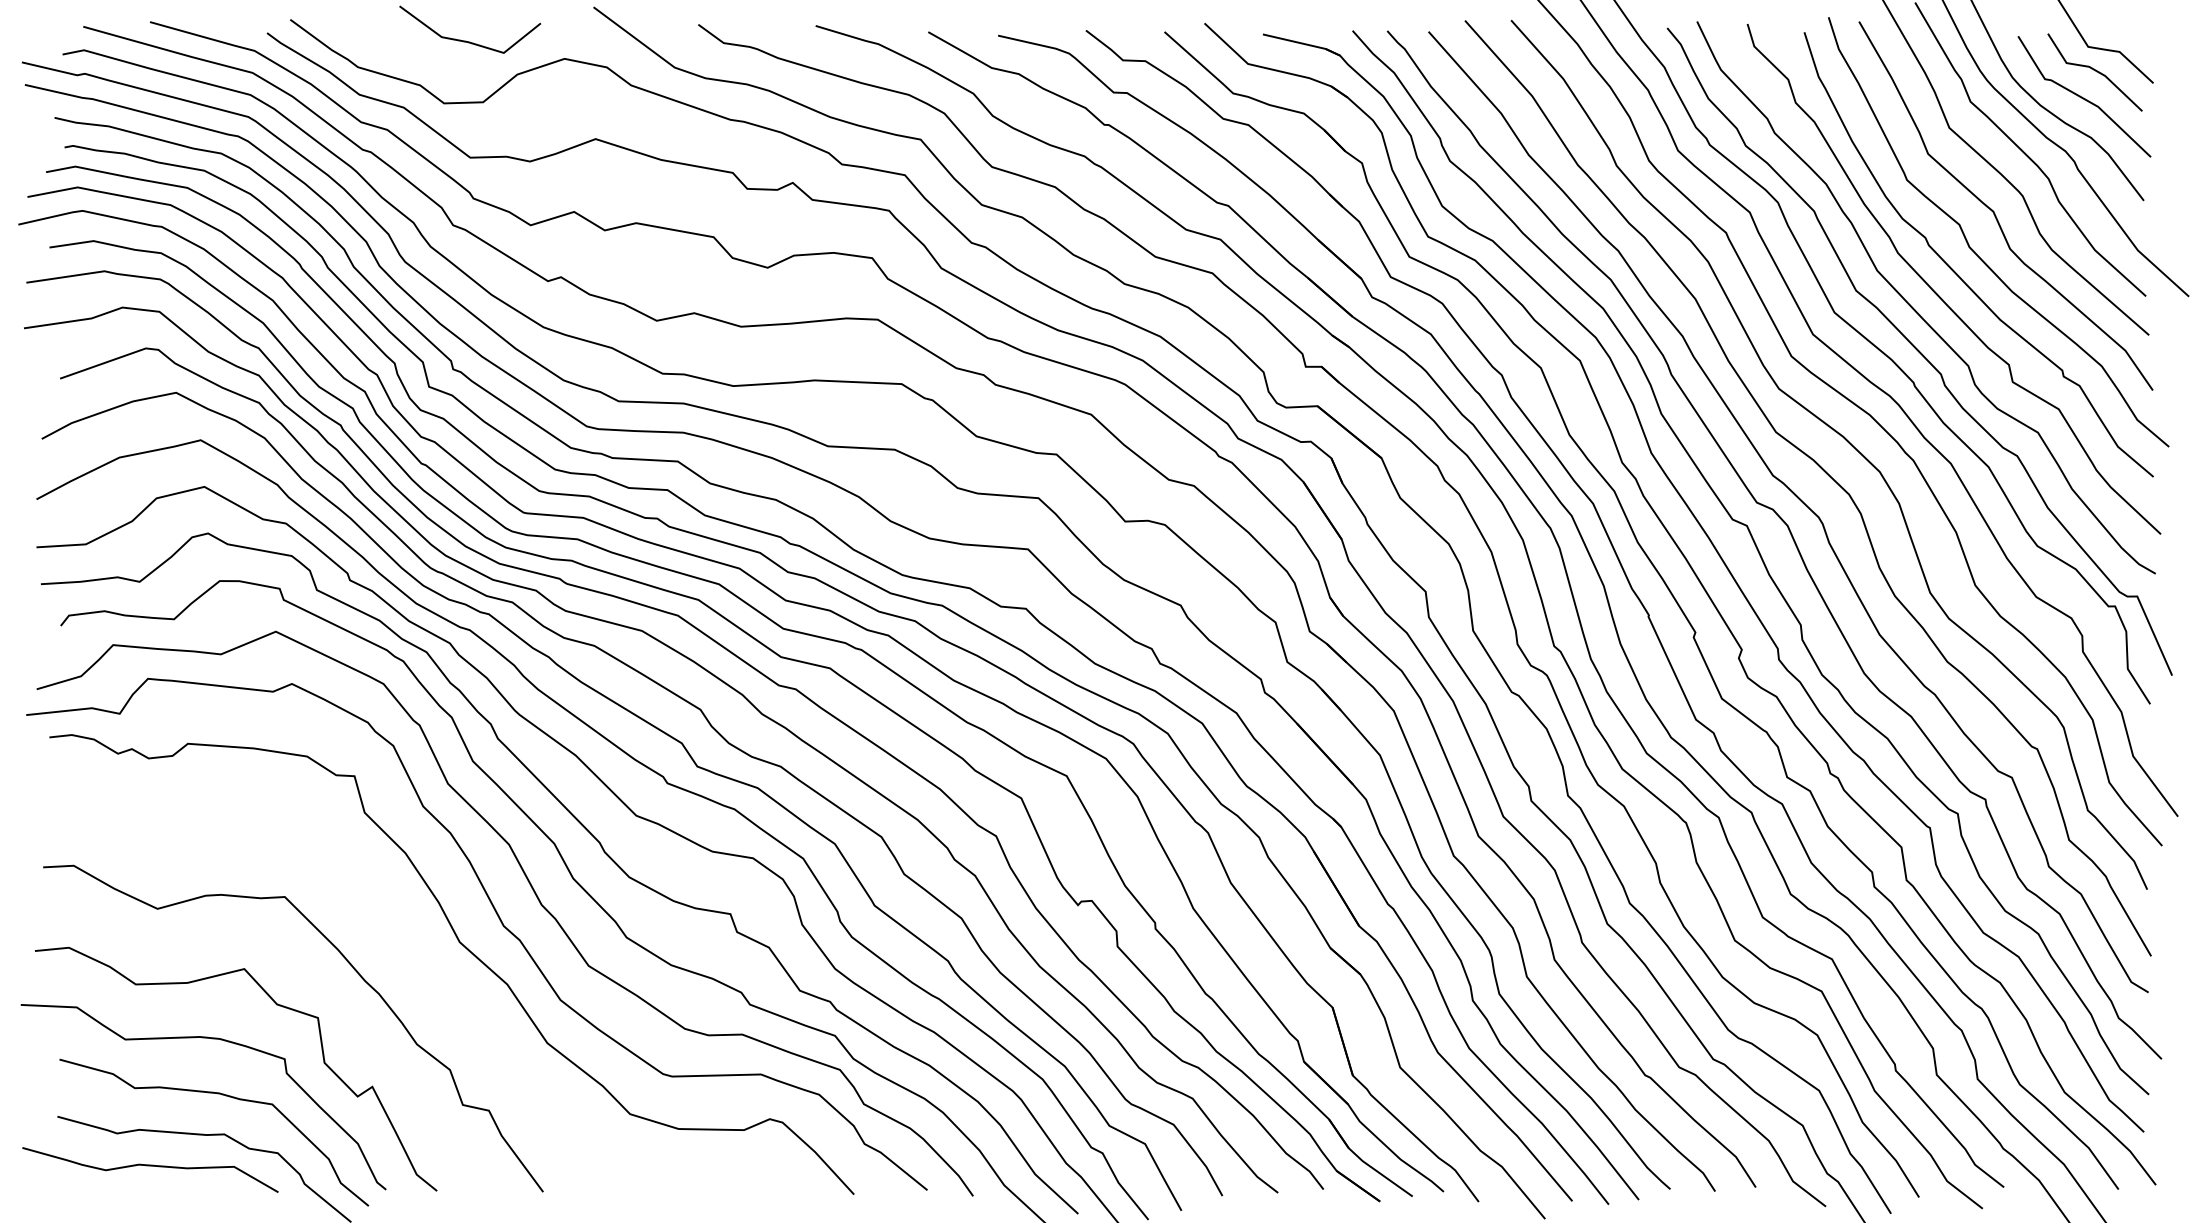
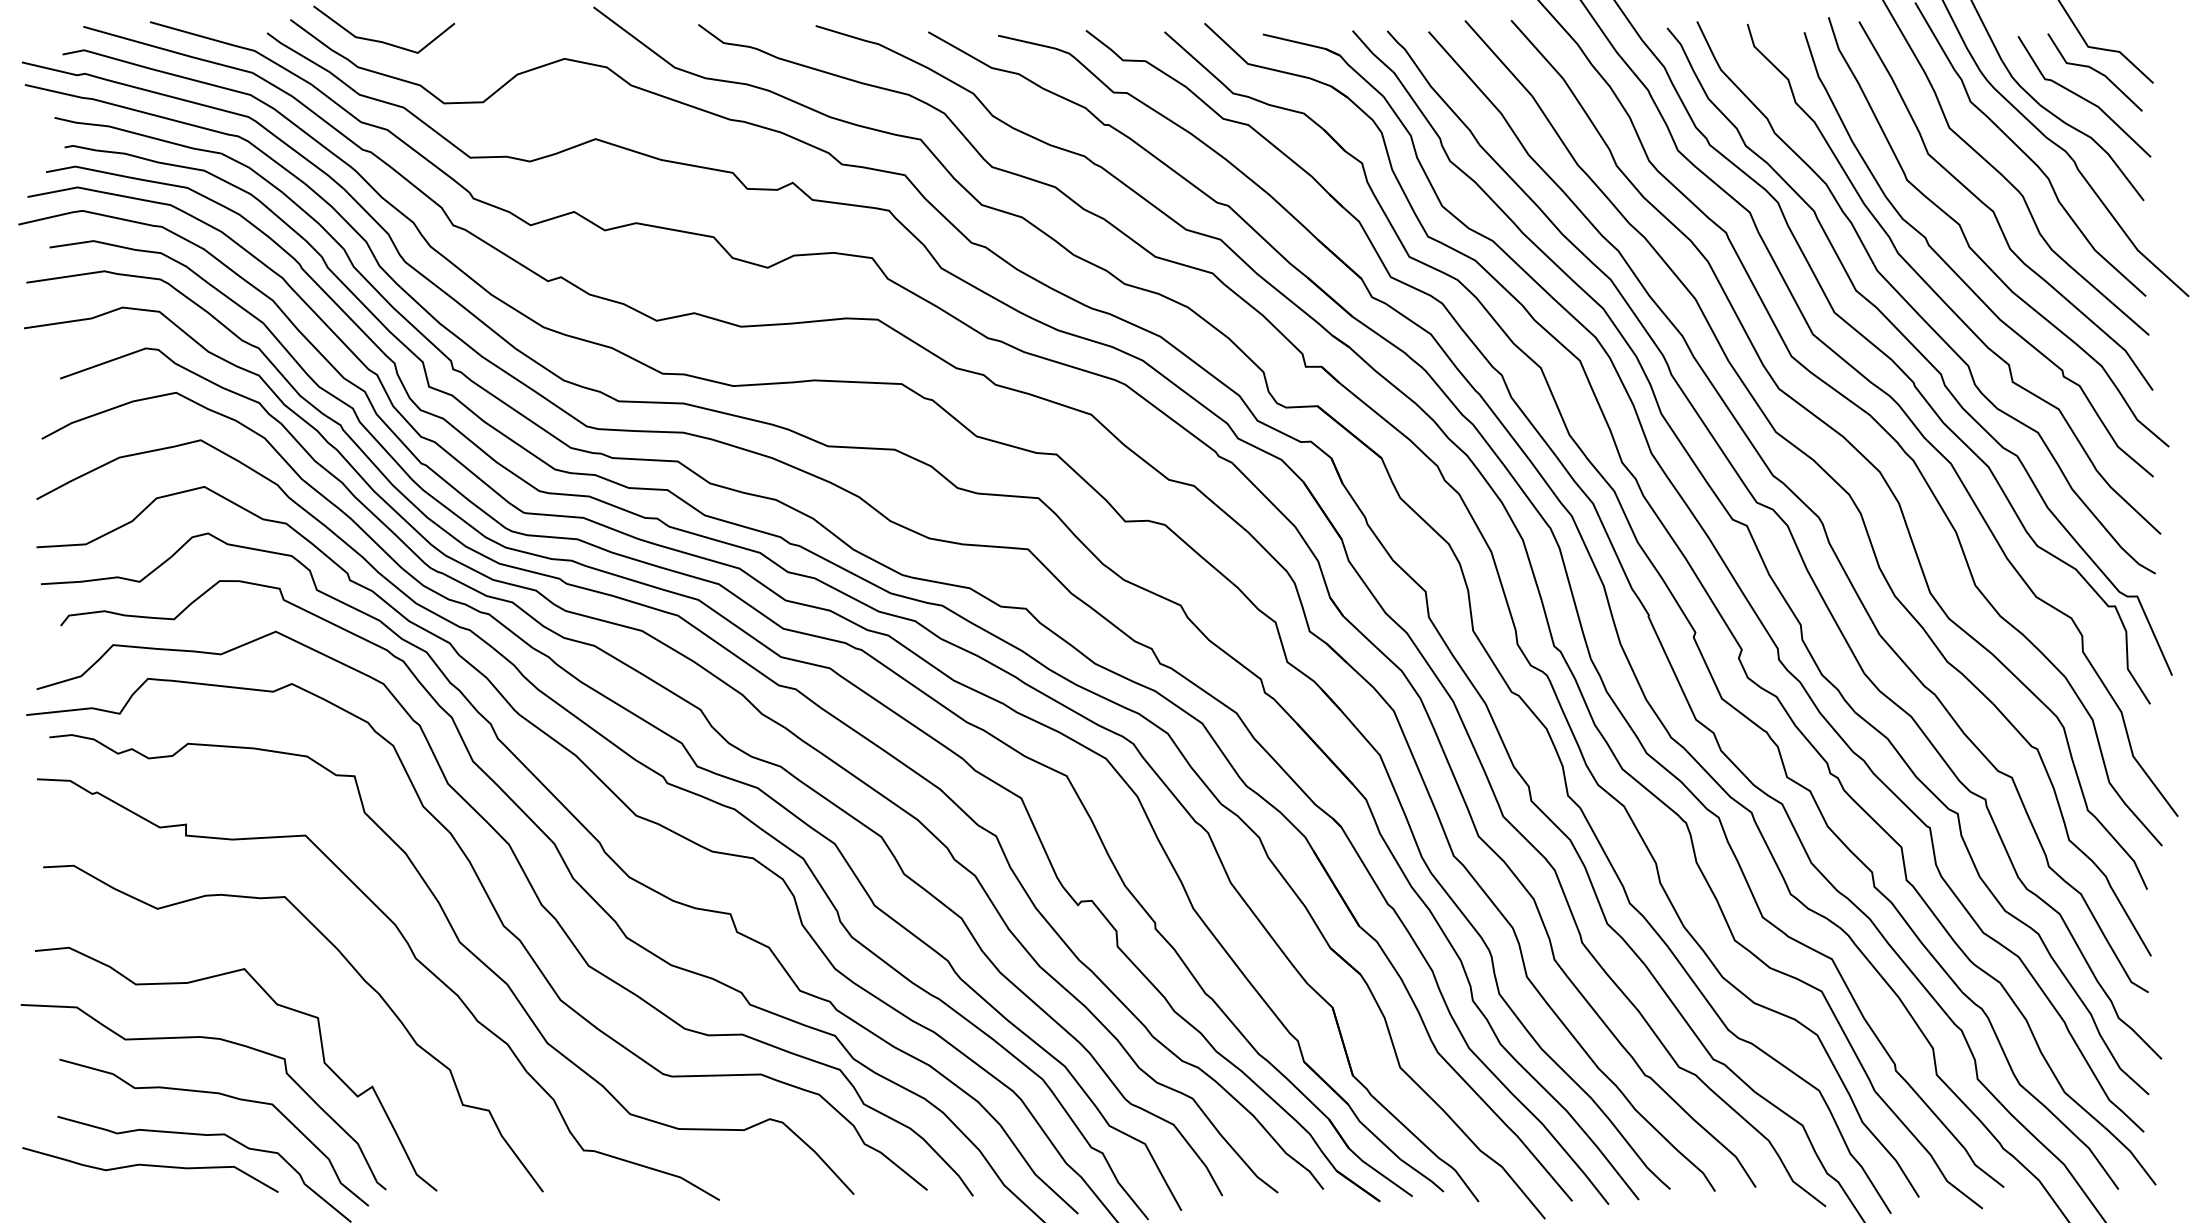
line at (470, 41) position: (470, 41) -> (384, 41)
curve at (414, 958): none -> present
